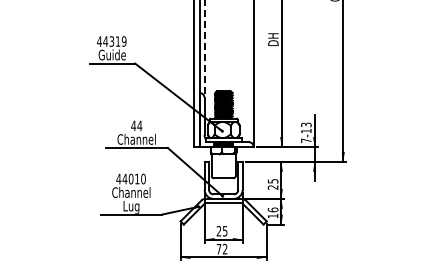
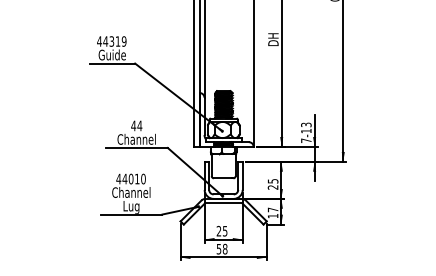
line at (204, 49): dashed -> solid
text at (272, 209): 16 -> 17
text at (221, 249): 72 -> 58
